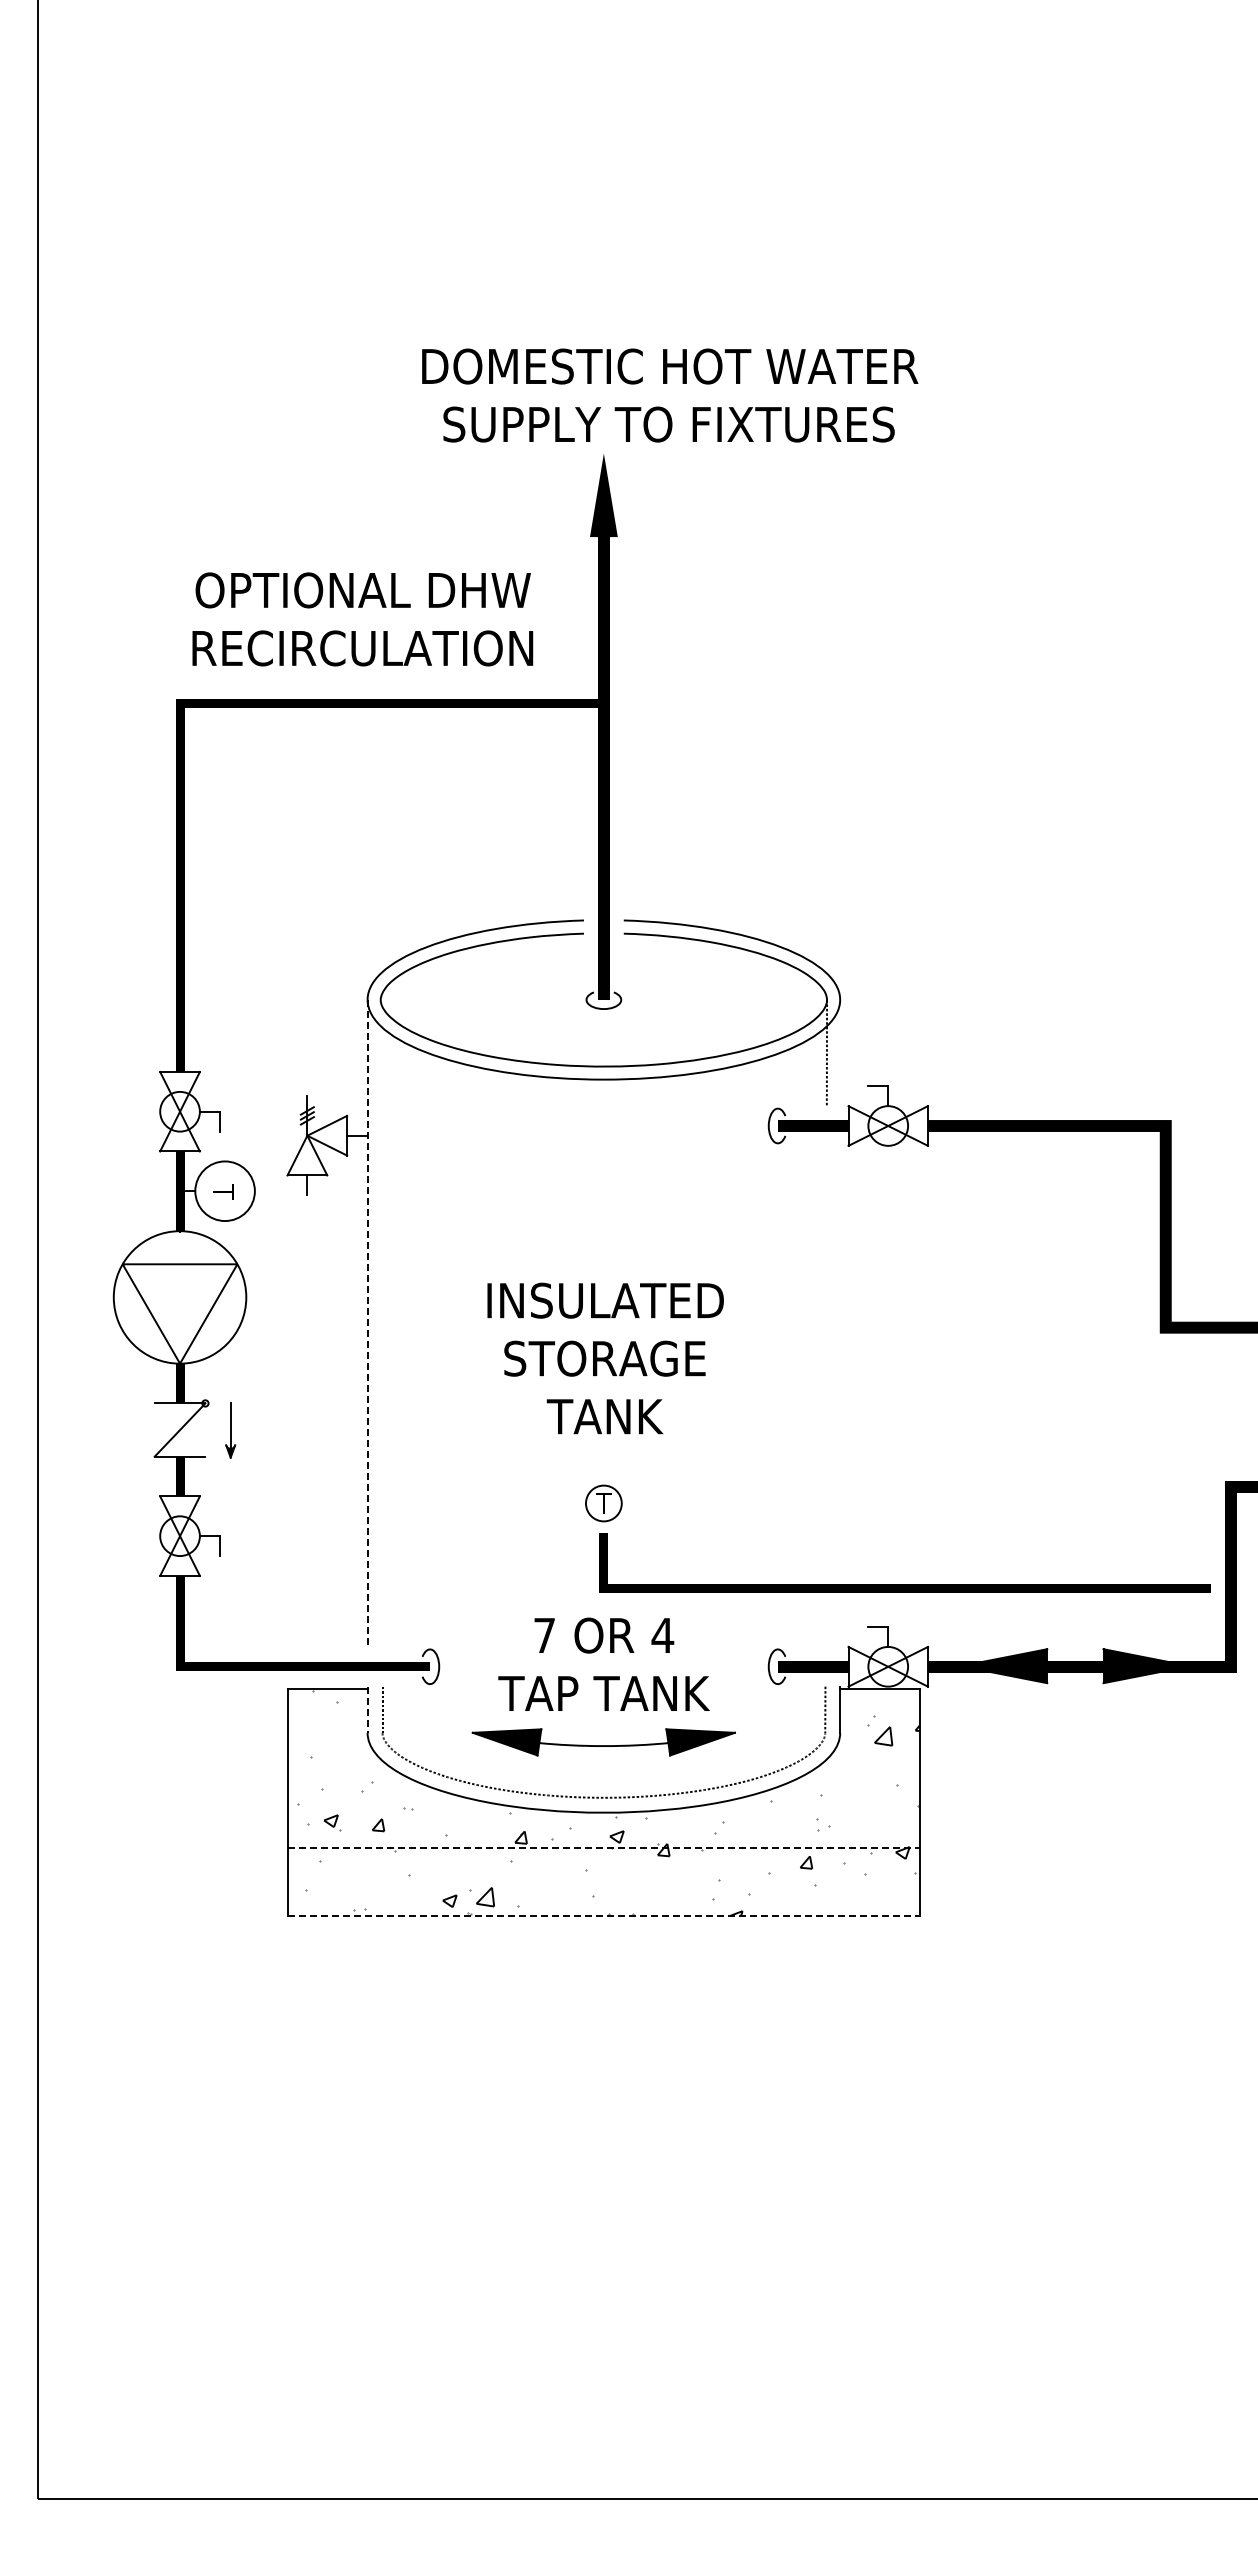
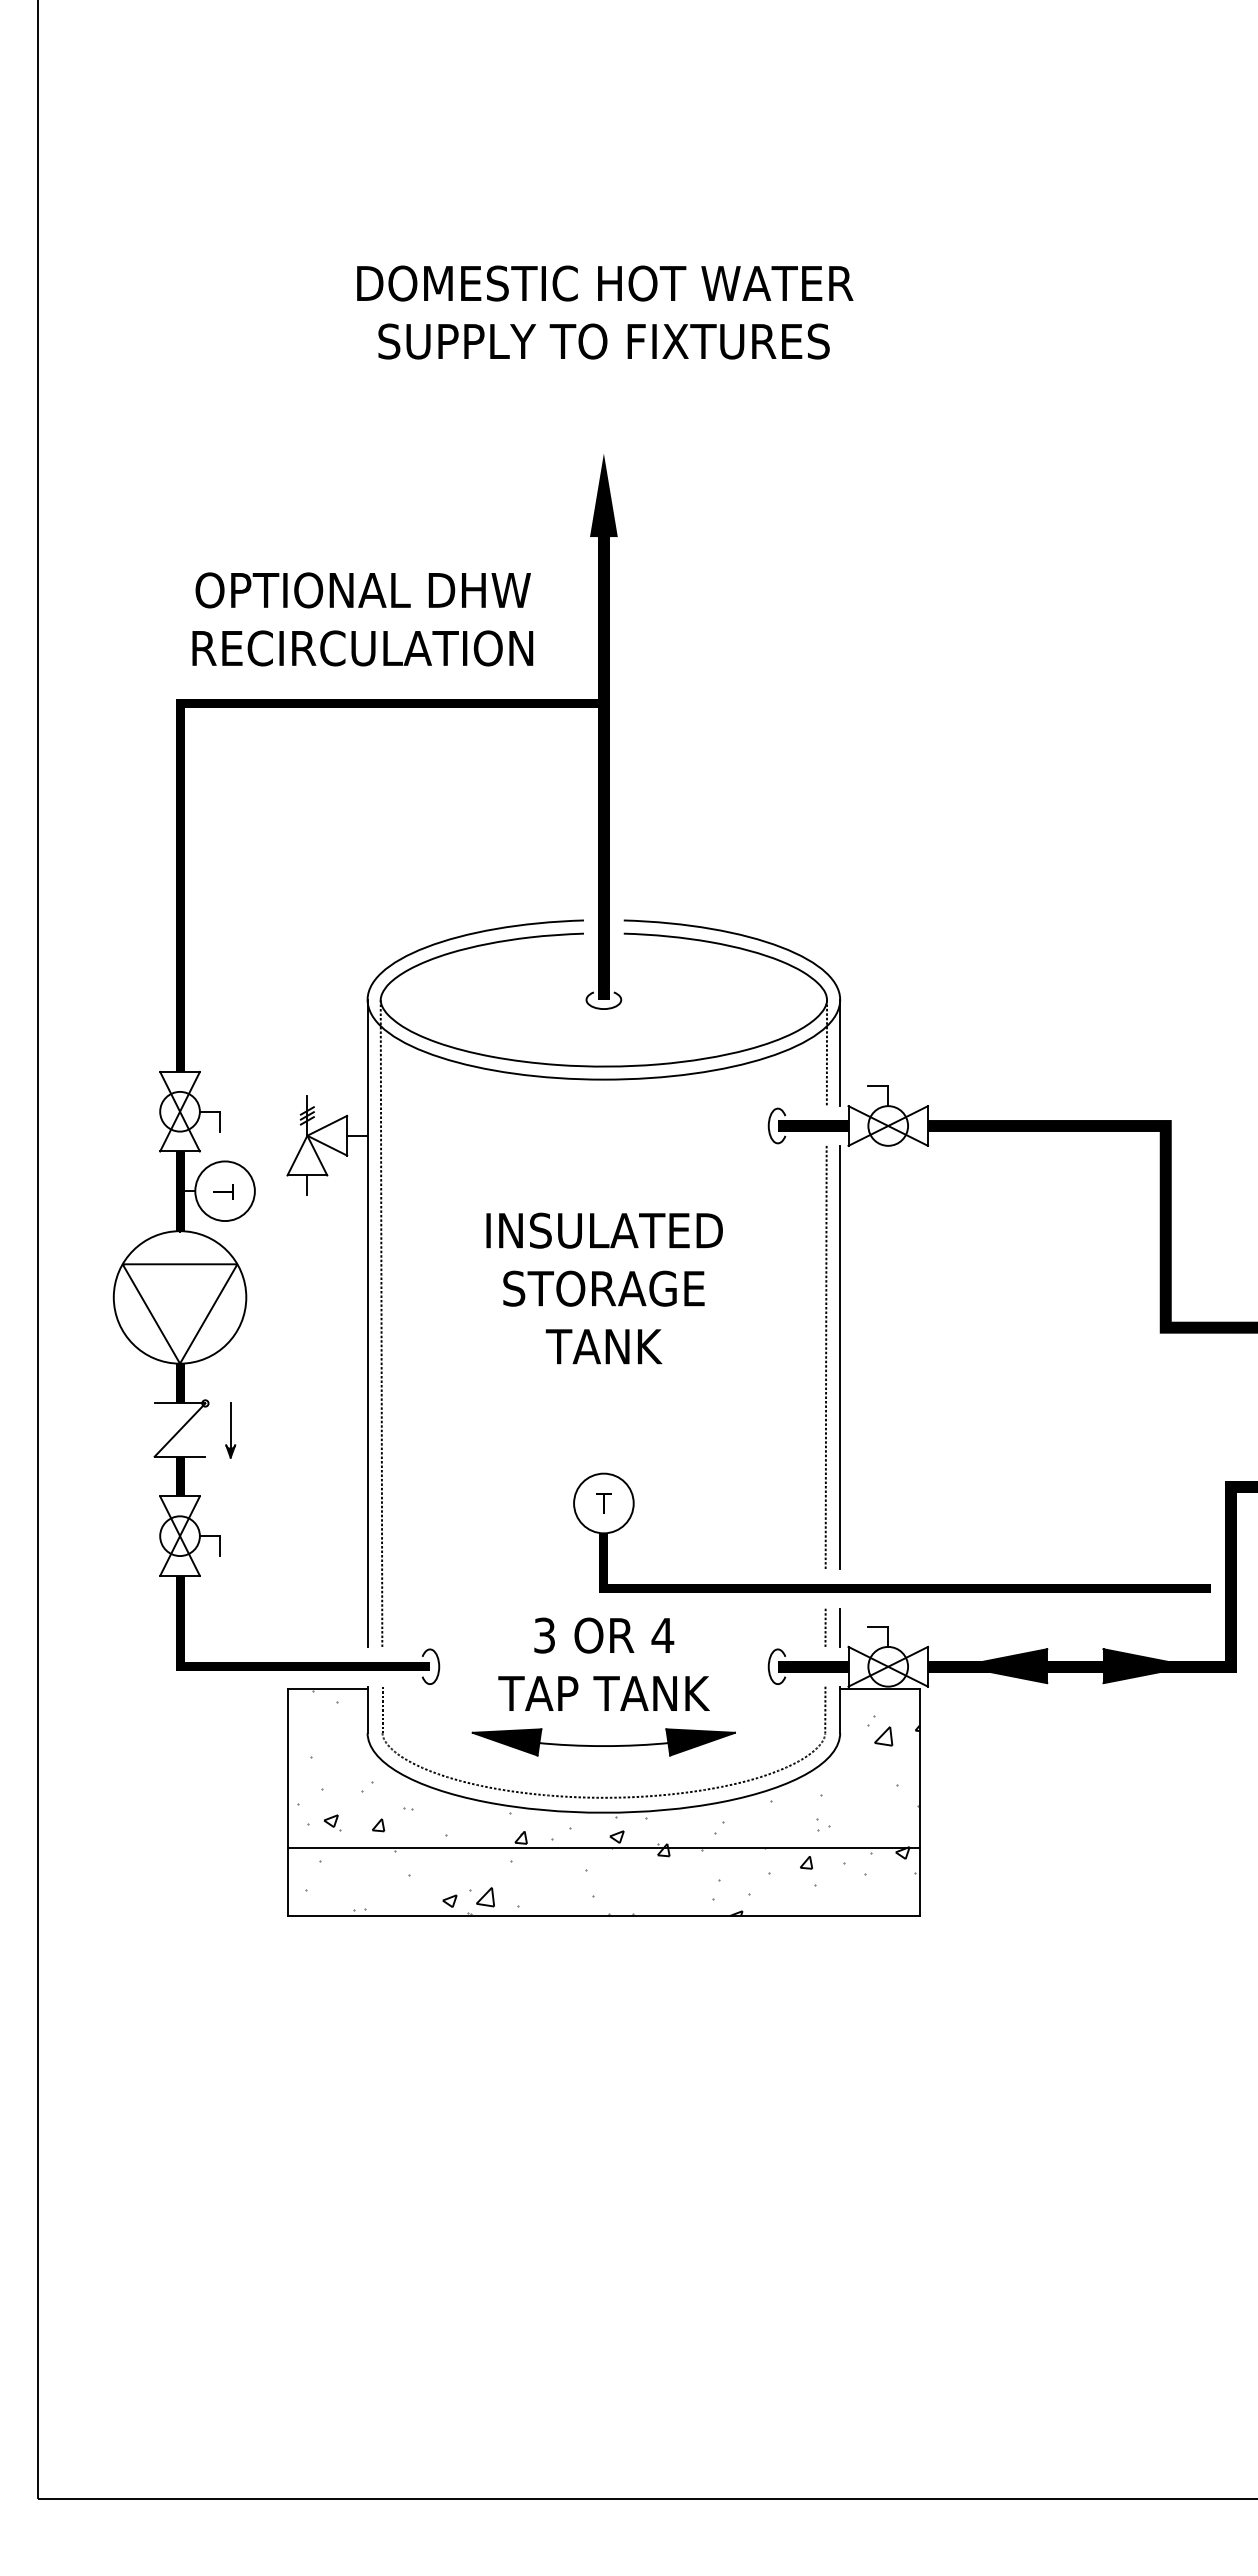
text at (670, 395) position: (670, 395) -> (605, 312)
line at (840, 1052): none -> present
line at (367, 1323): dashed -> solid
line at (381, 1323): none -> present
line at (825, 1356): none -> present
line at (840, 1356): none -> present
text at (605, 1358) position: (605, 1358) -> (604, 1288)
circle at (603, 1503) diameter: 36 px -> 60 px
line at (825, 1627): none -> present
line at (840, 1627): none -> present
text at (544, 1635): 7 -> 3
line at (367, 1710): dashed -> solid
line at (603, 1848): dashed -> solid
line at (603, 1916): dashed -> solid
